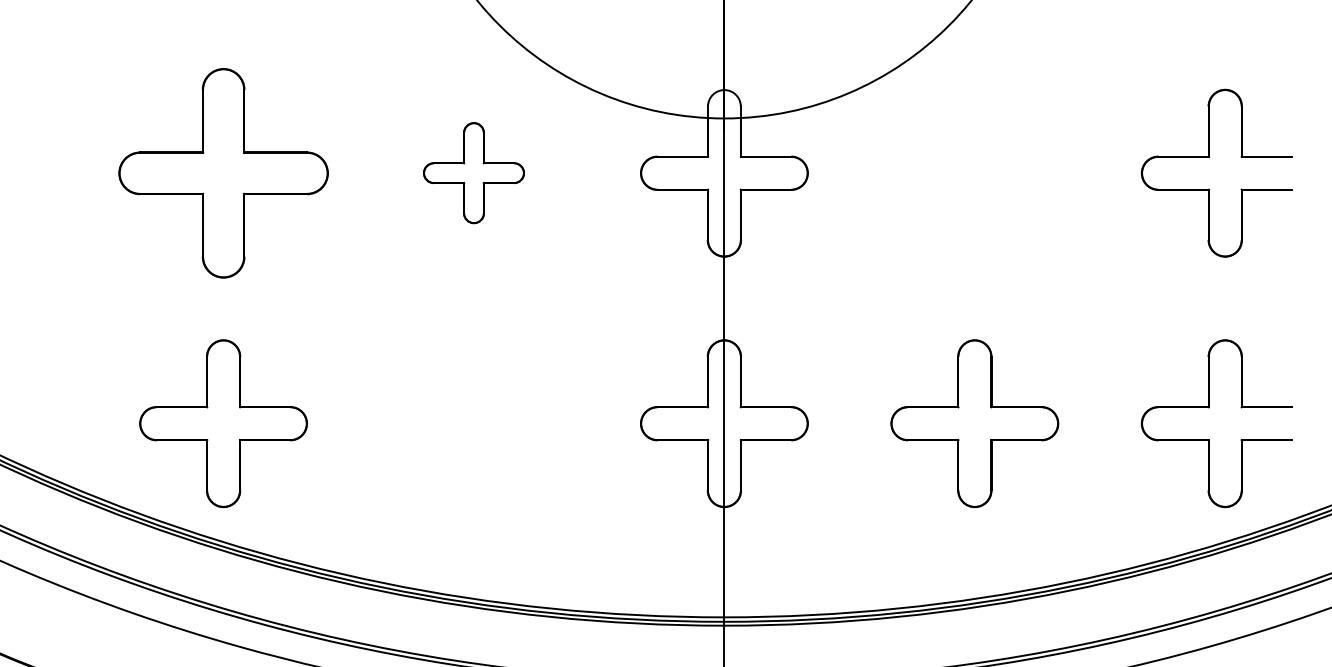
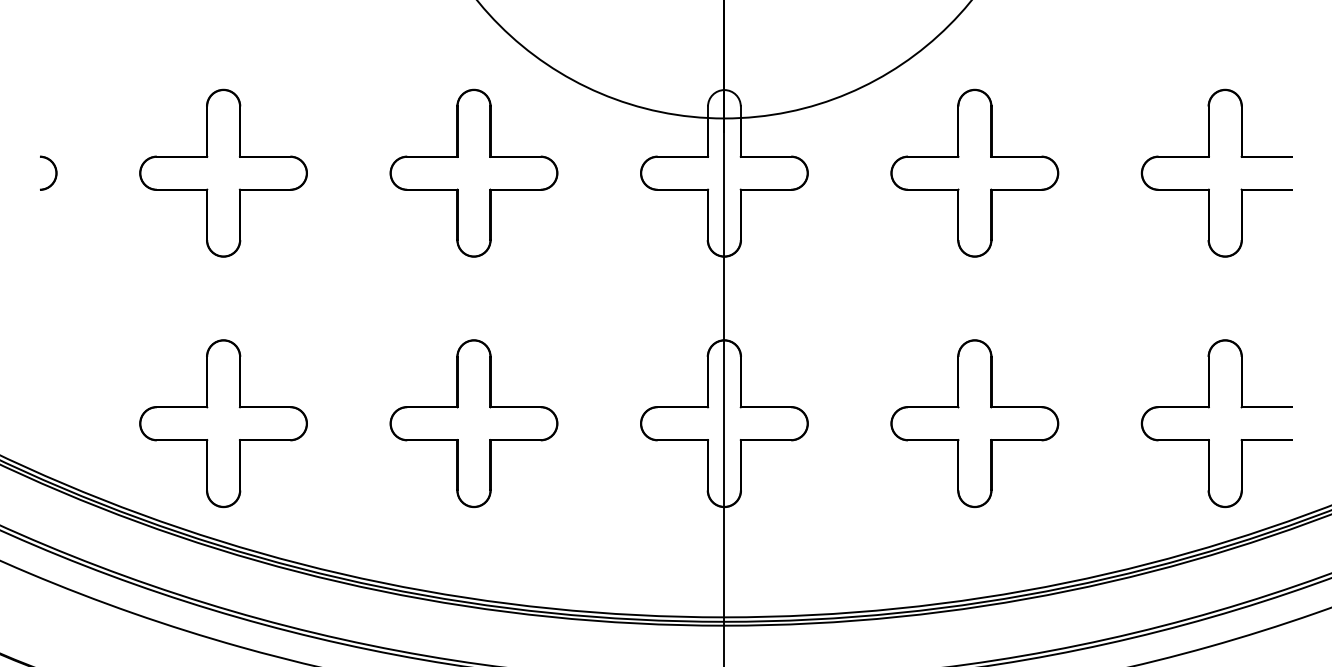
part at (55, 172): none -> present
part at (974, 172): none -> present
part at (223, 173) size: 211x211 px -> 169x170 px
part at (473, 173) size: 102x103 px -> 170x170 px
part at (473, 423): none -> present
